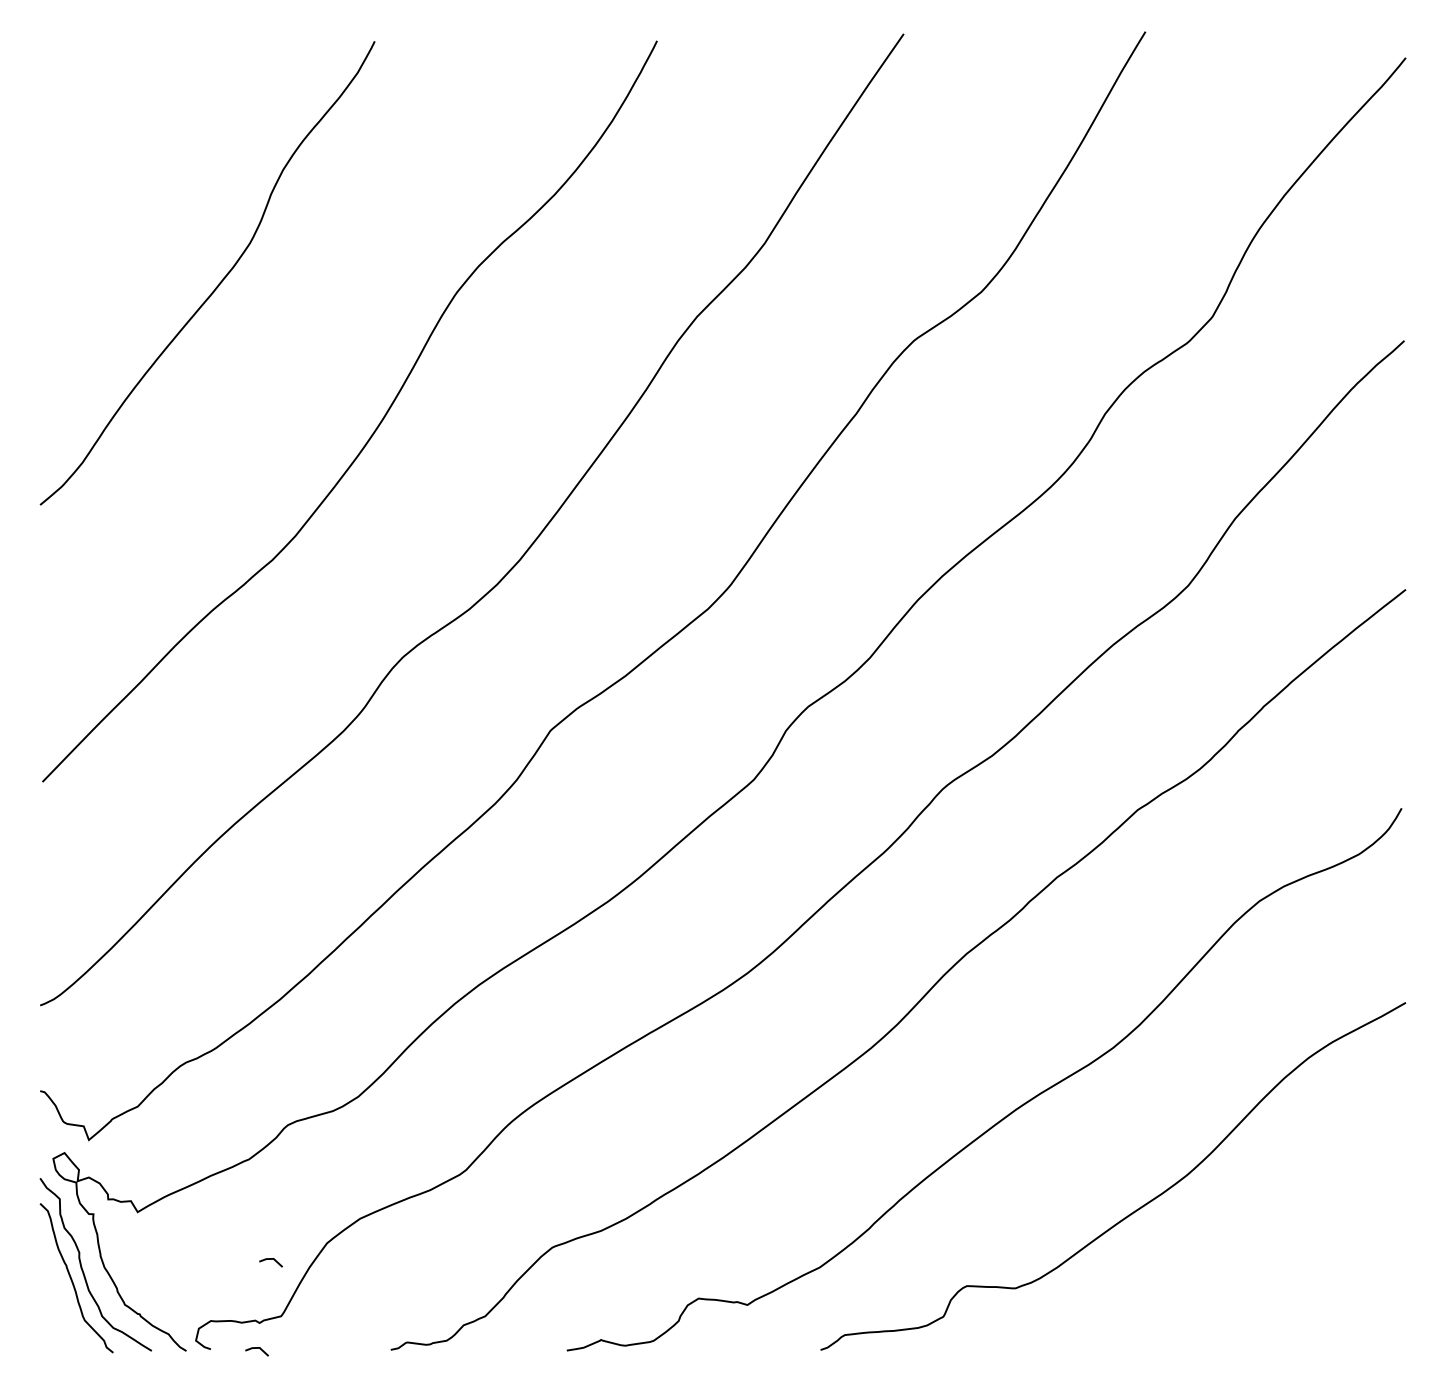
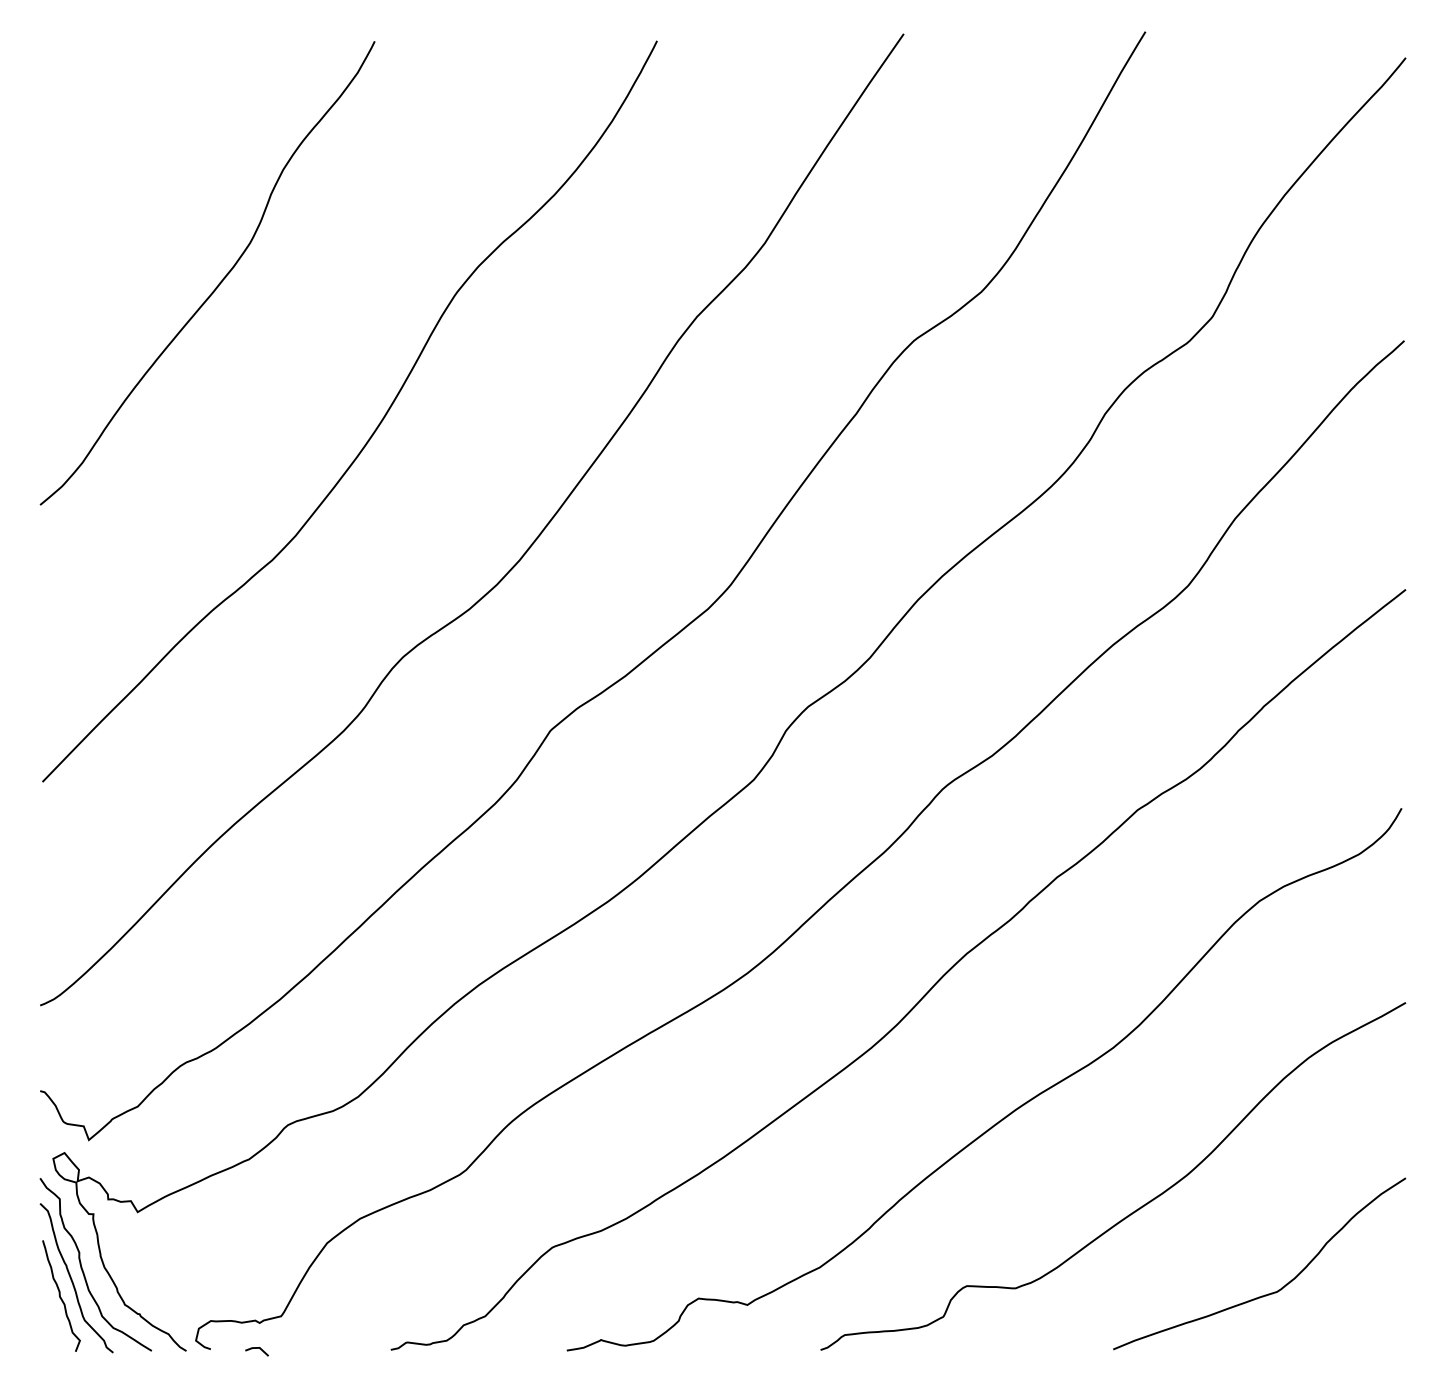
line at (270, 1259): present -> none
curve at (1268, 1293): none -> present
curve at (60, 1295): none -> present
